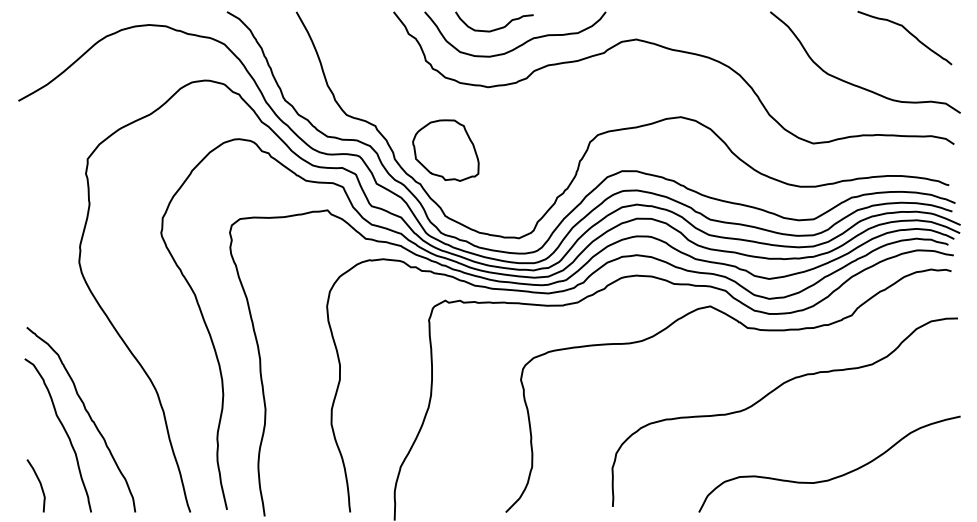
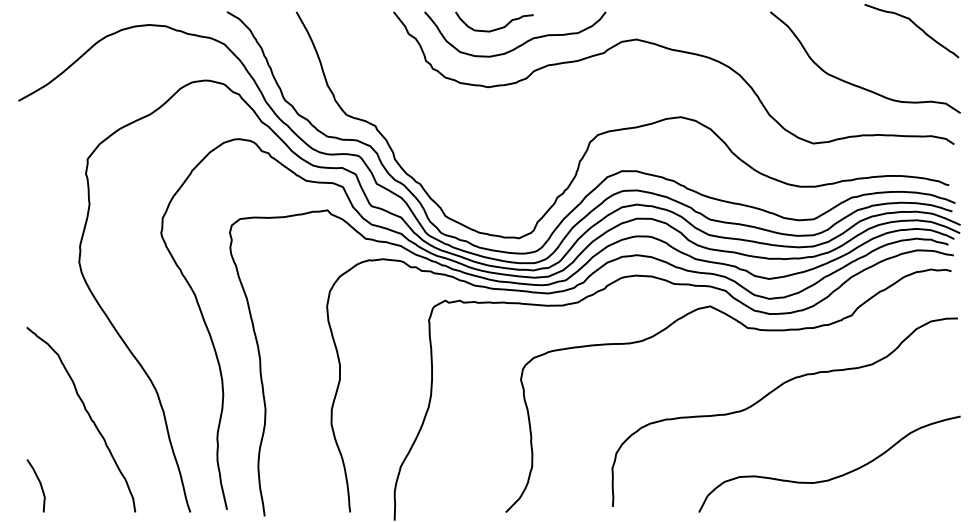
curve at (906, 31) position: (906, 31) -> (913, 24)
part at (445, 150): present -> none
curve at (64, 431): present -> none
